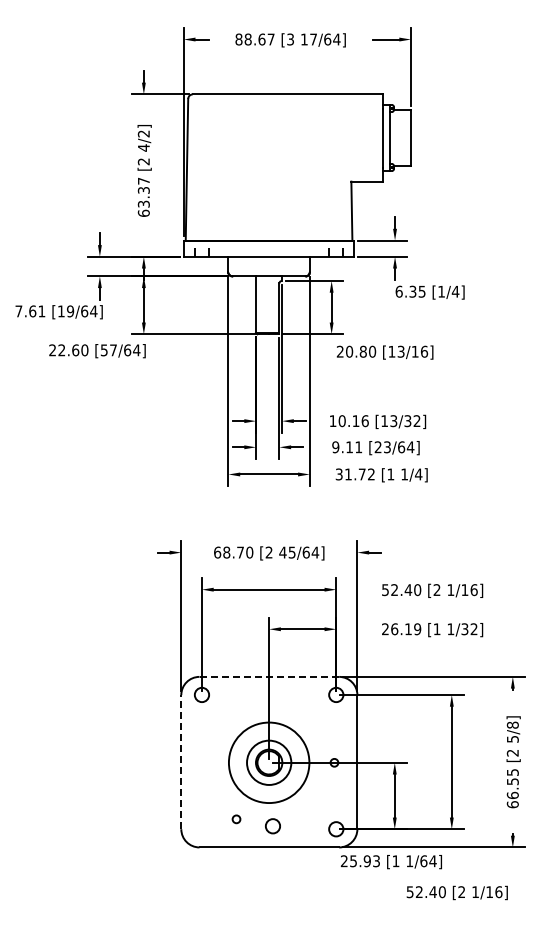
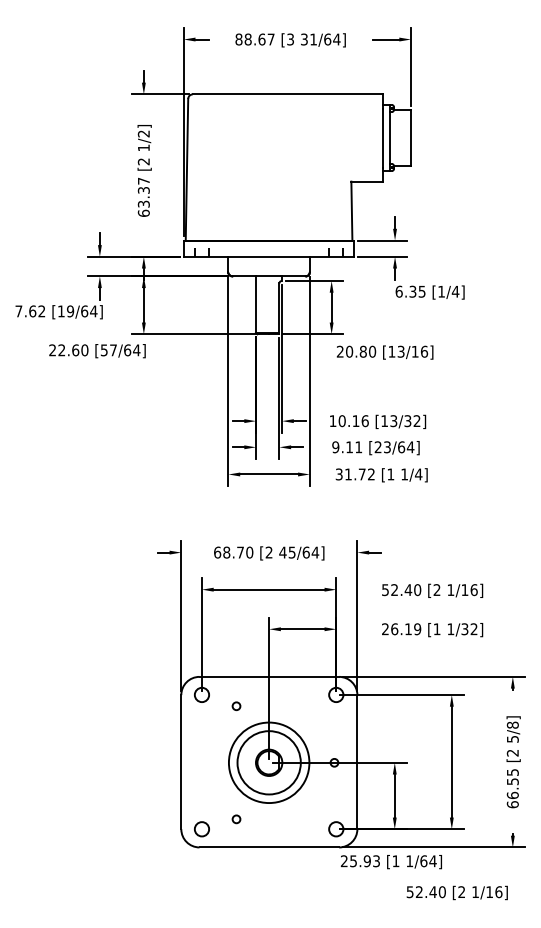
text at (308, 39): 17/64] -> 31/64]
text at (143, 147): 4/2] -> 1/2]
text at (41, 311): 7.61 -> 7.62
line at (269, 676): dashed -> solid
circle at (236, 706): none -> present
line at (181, 761): dashed -> solid
circle at (269, 762) diameter: 44 px -> 63 px
circle at (272, 826) position: (272, 826) -> (201, 829)
